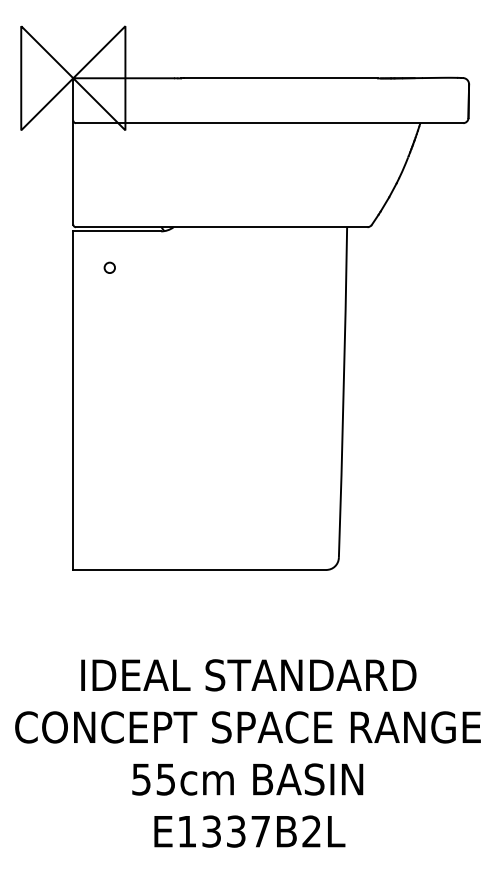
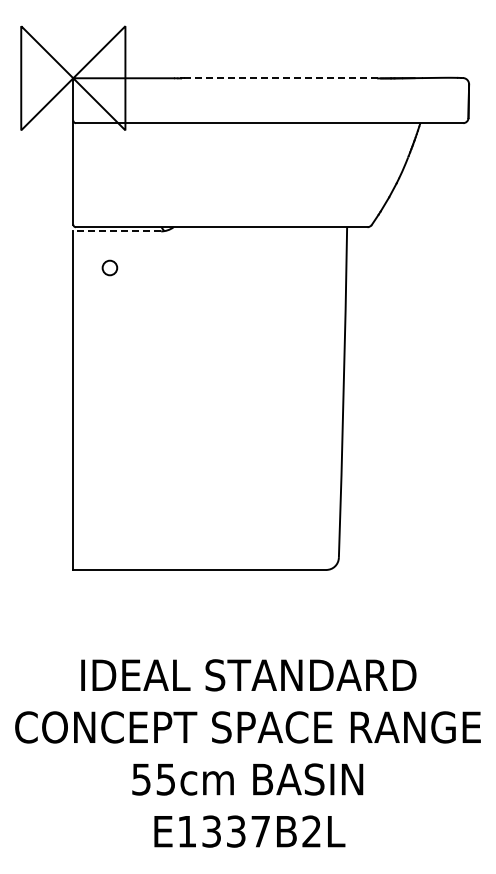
line at (281, 78): solid -> dashed
line at (117, 231): solid -> dashed
circle at (109, 267) size: 13x13 px -> 18x18 px
